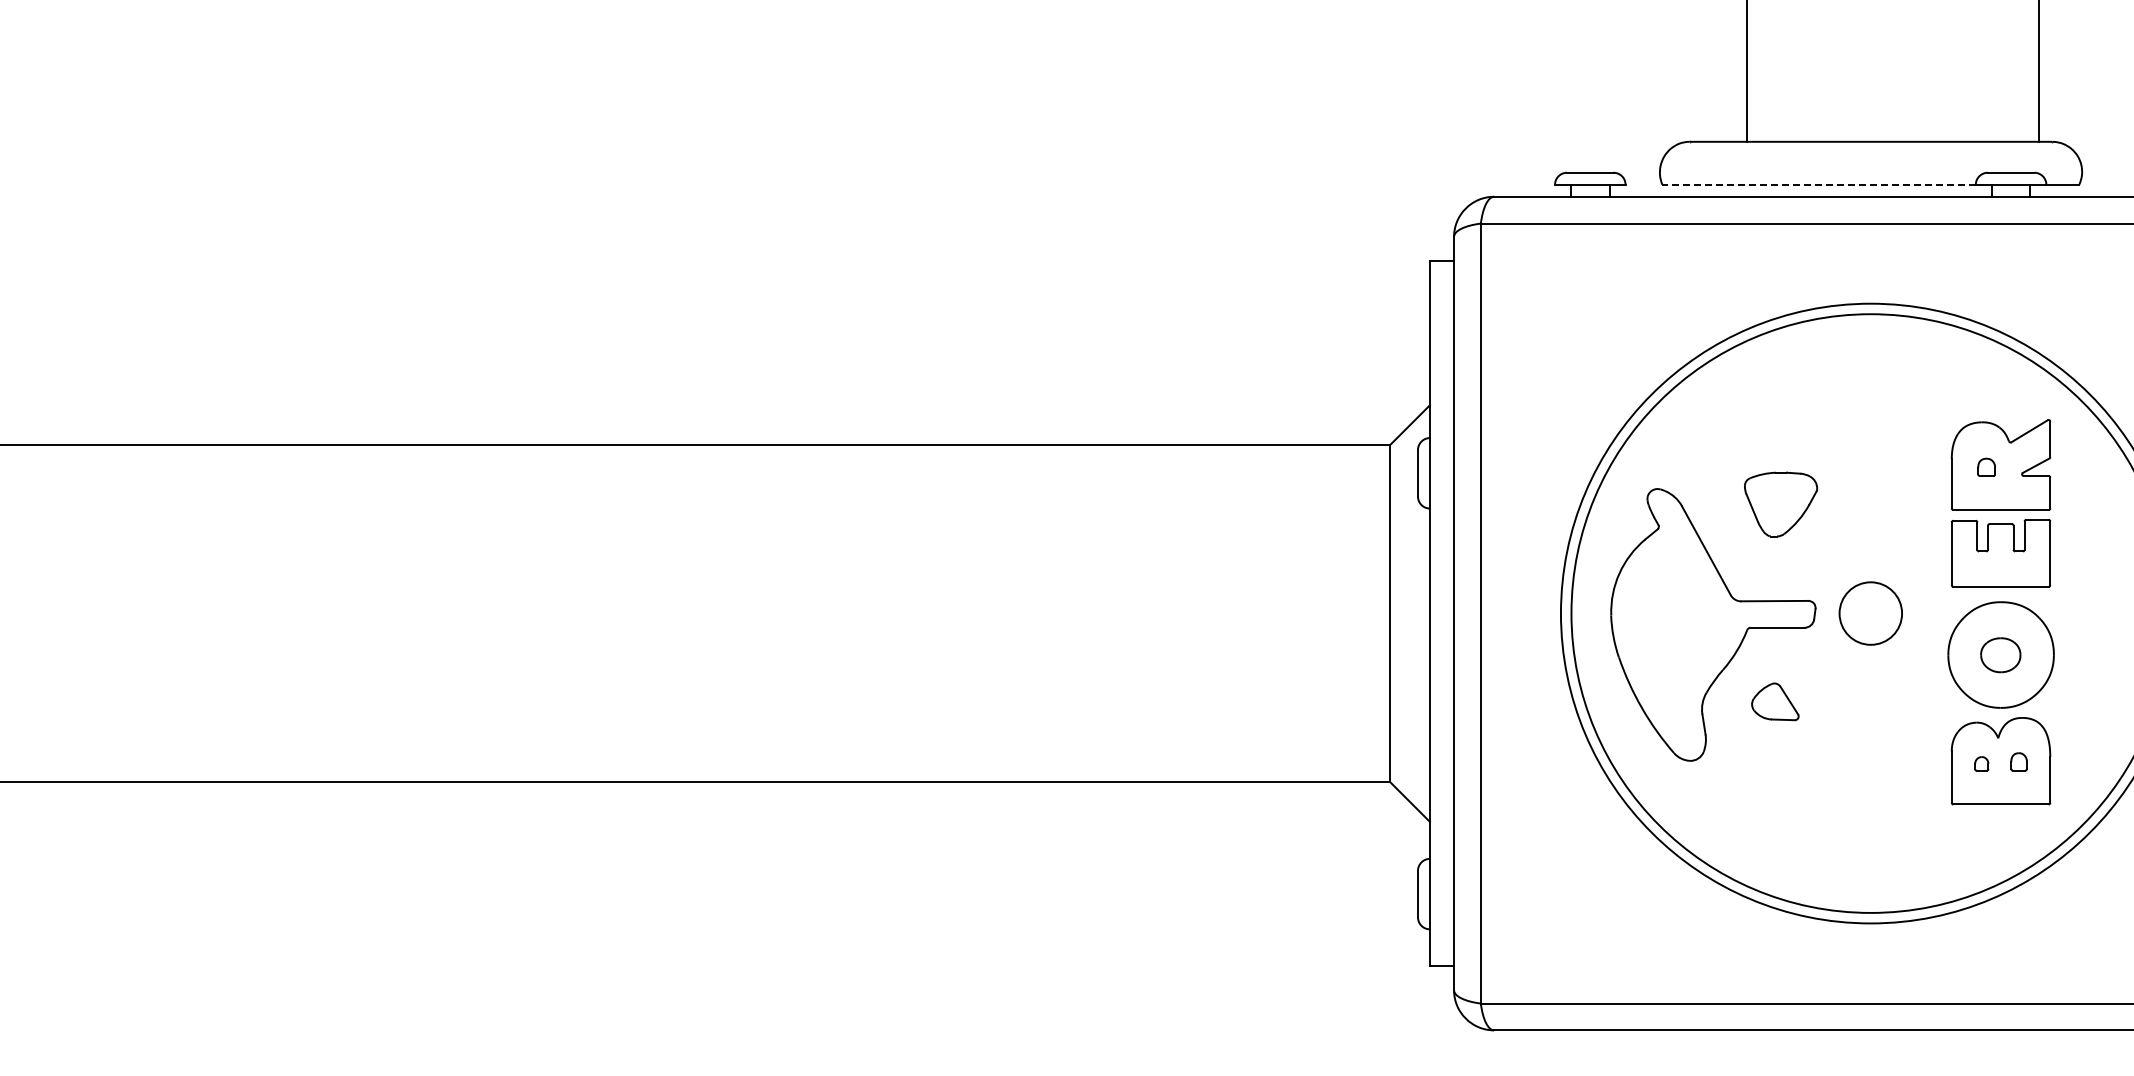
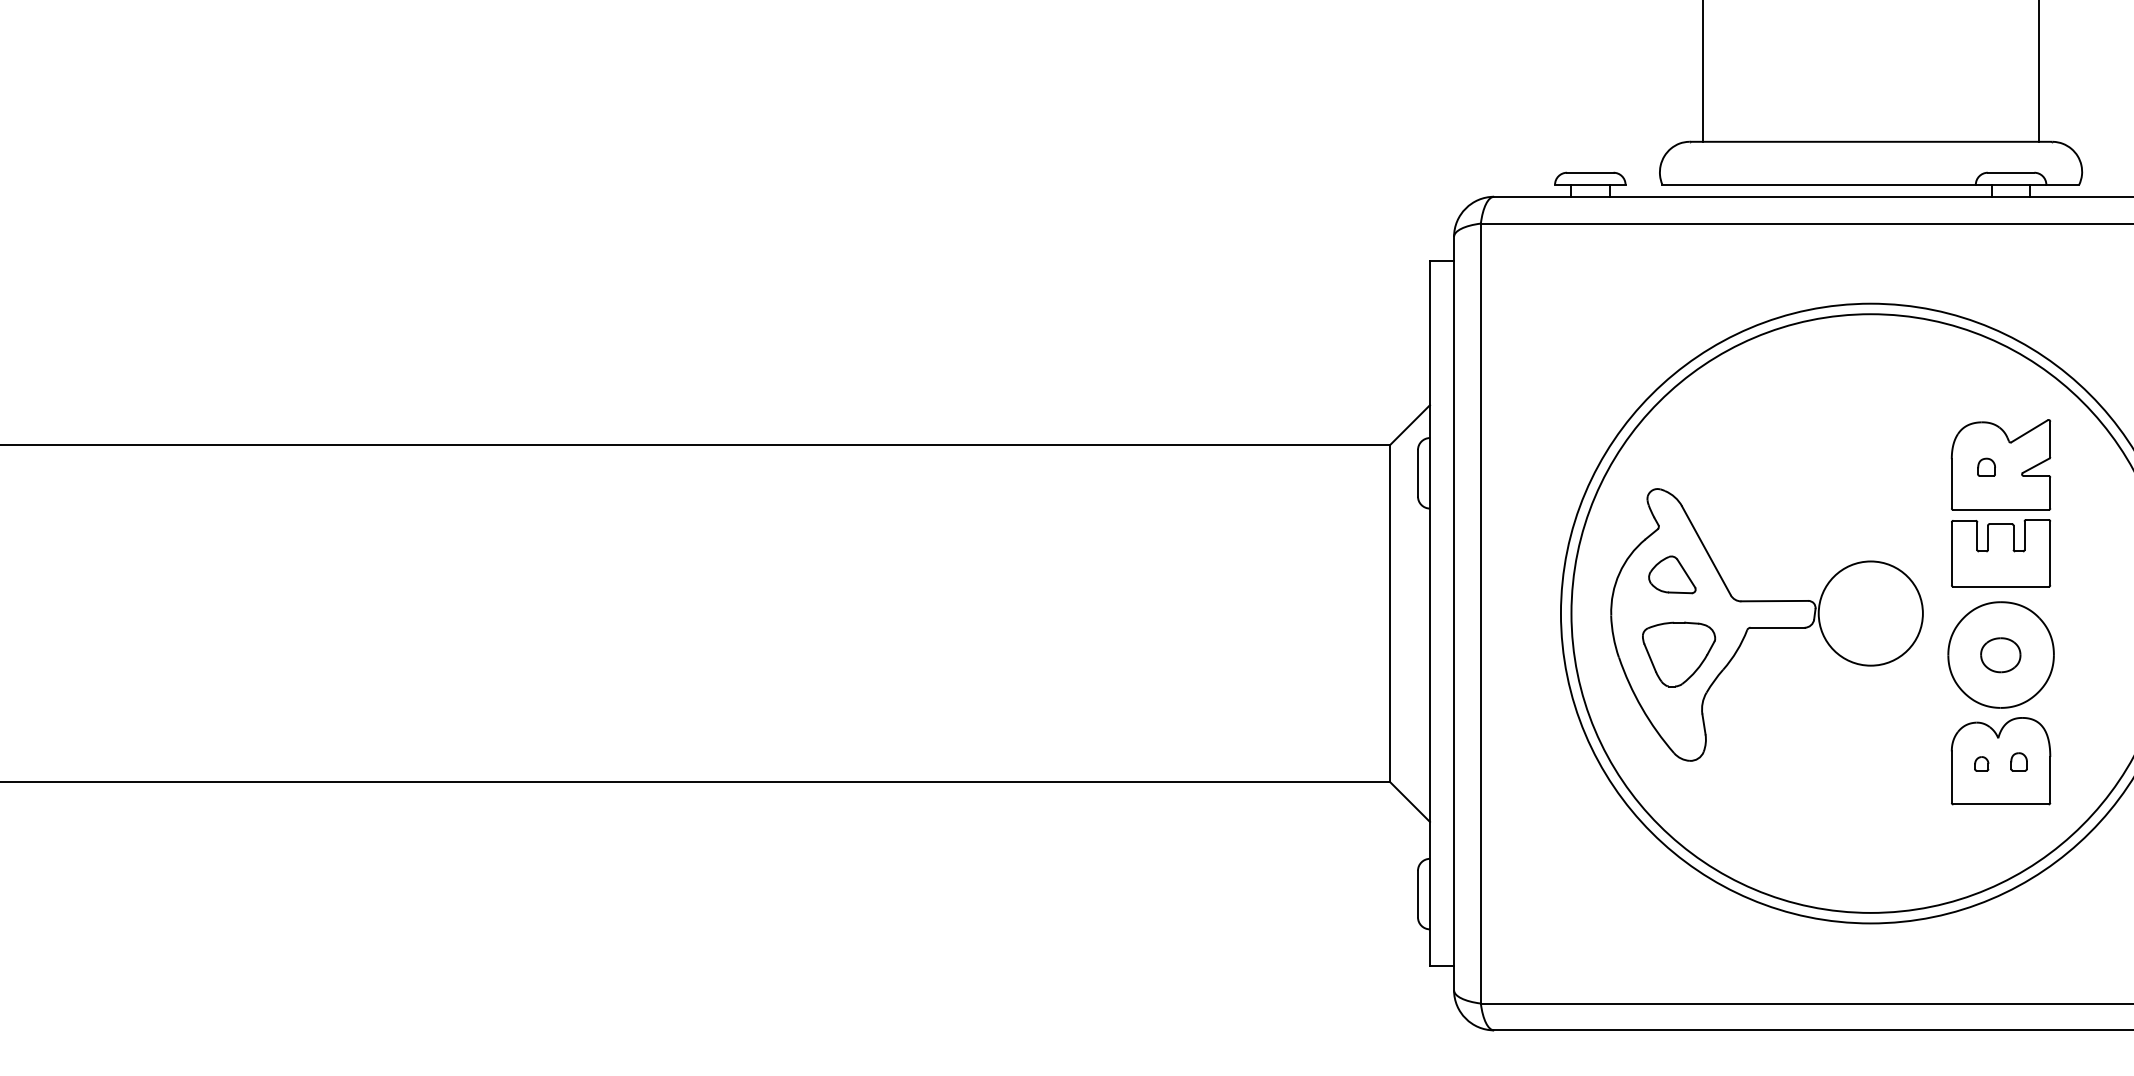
line at (1746, 71) position: (1746, 71) -> (1702, 71)
line at (1819, 184): dashed -> solid
part at (1781, 504) position: (1781, 504) -> (1679, 654)
circle at (1870, 613) diameter: 63 px -> 104 px
part at (1775, 701) position: (1775, 701) -> (1672, 574)
